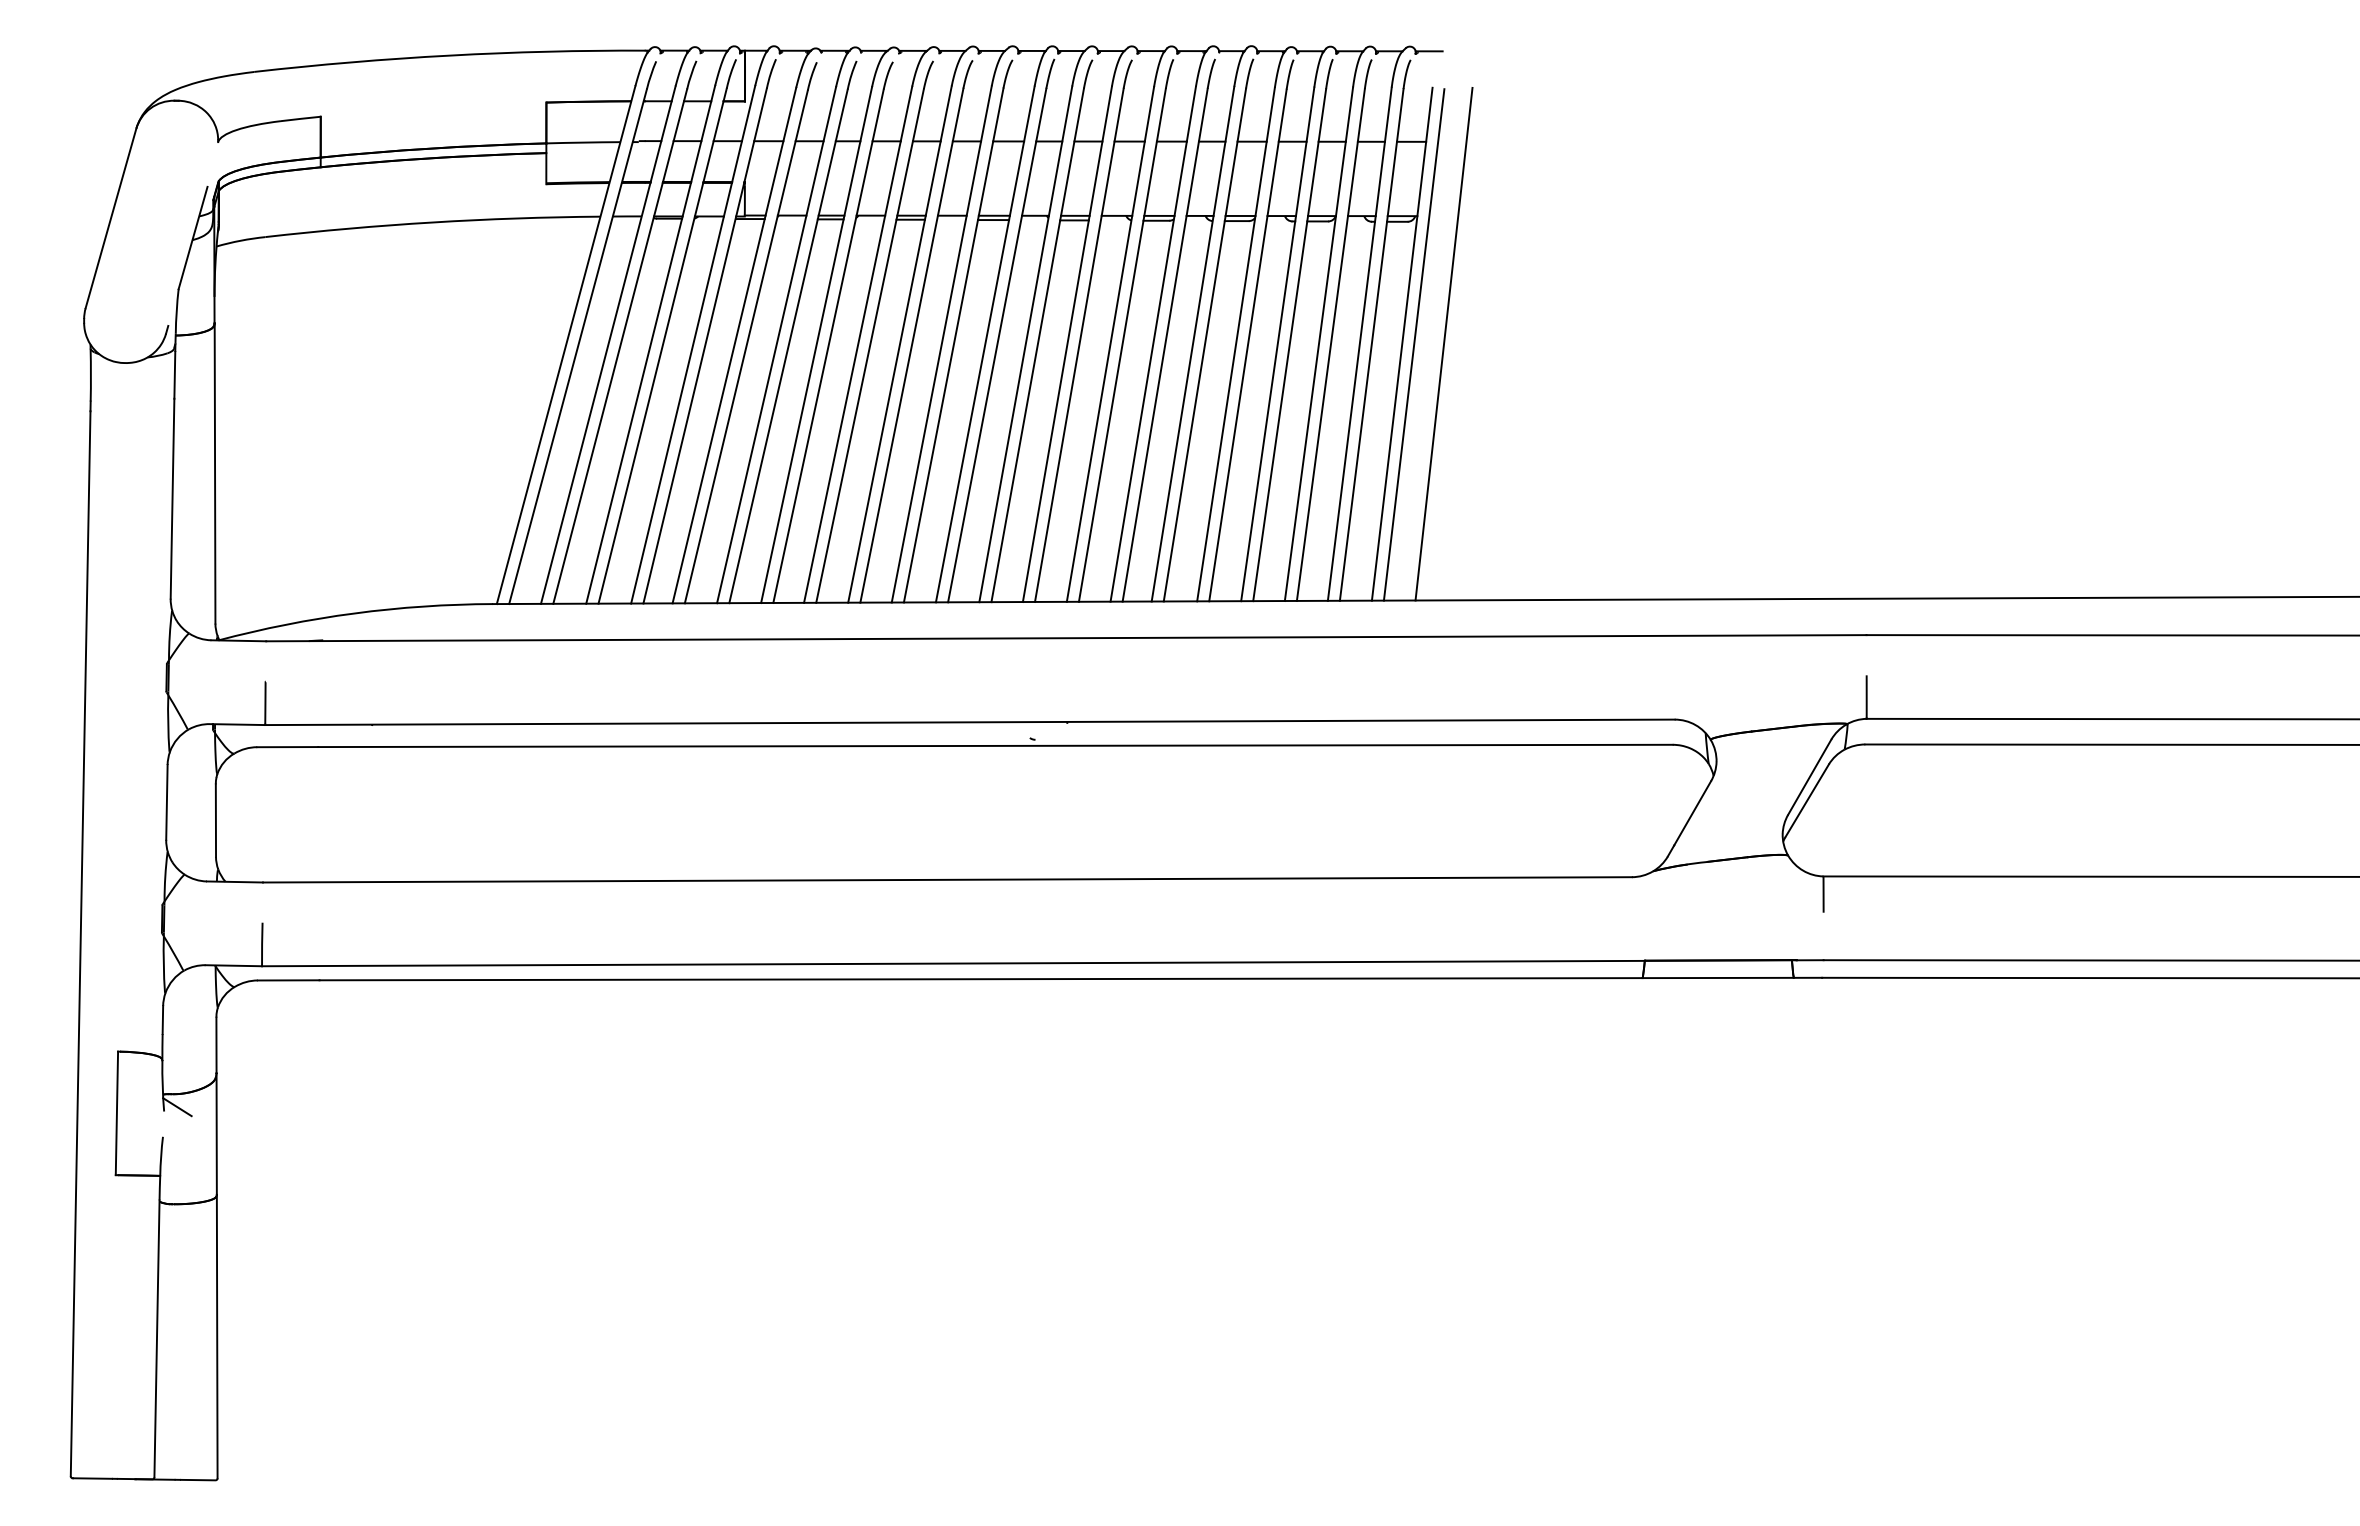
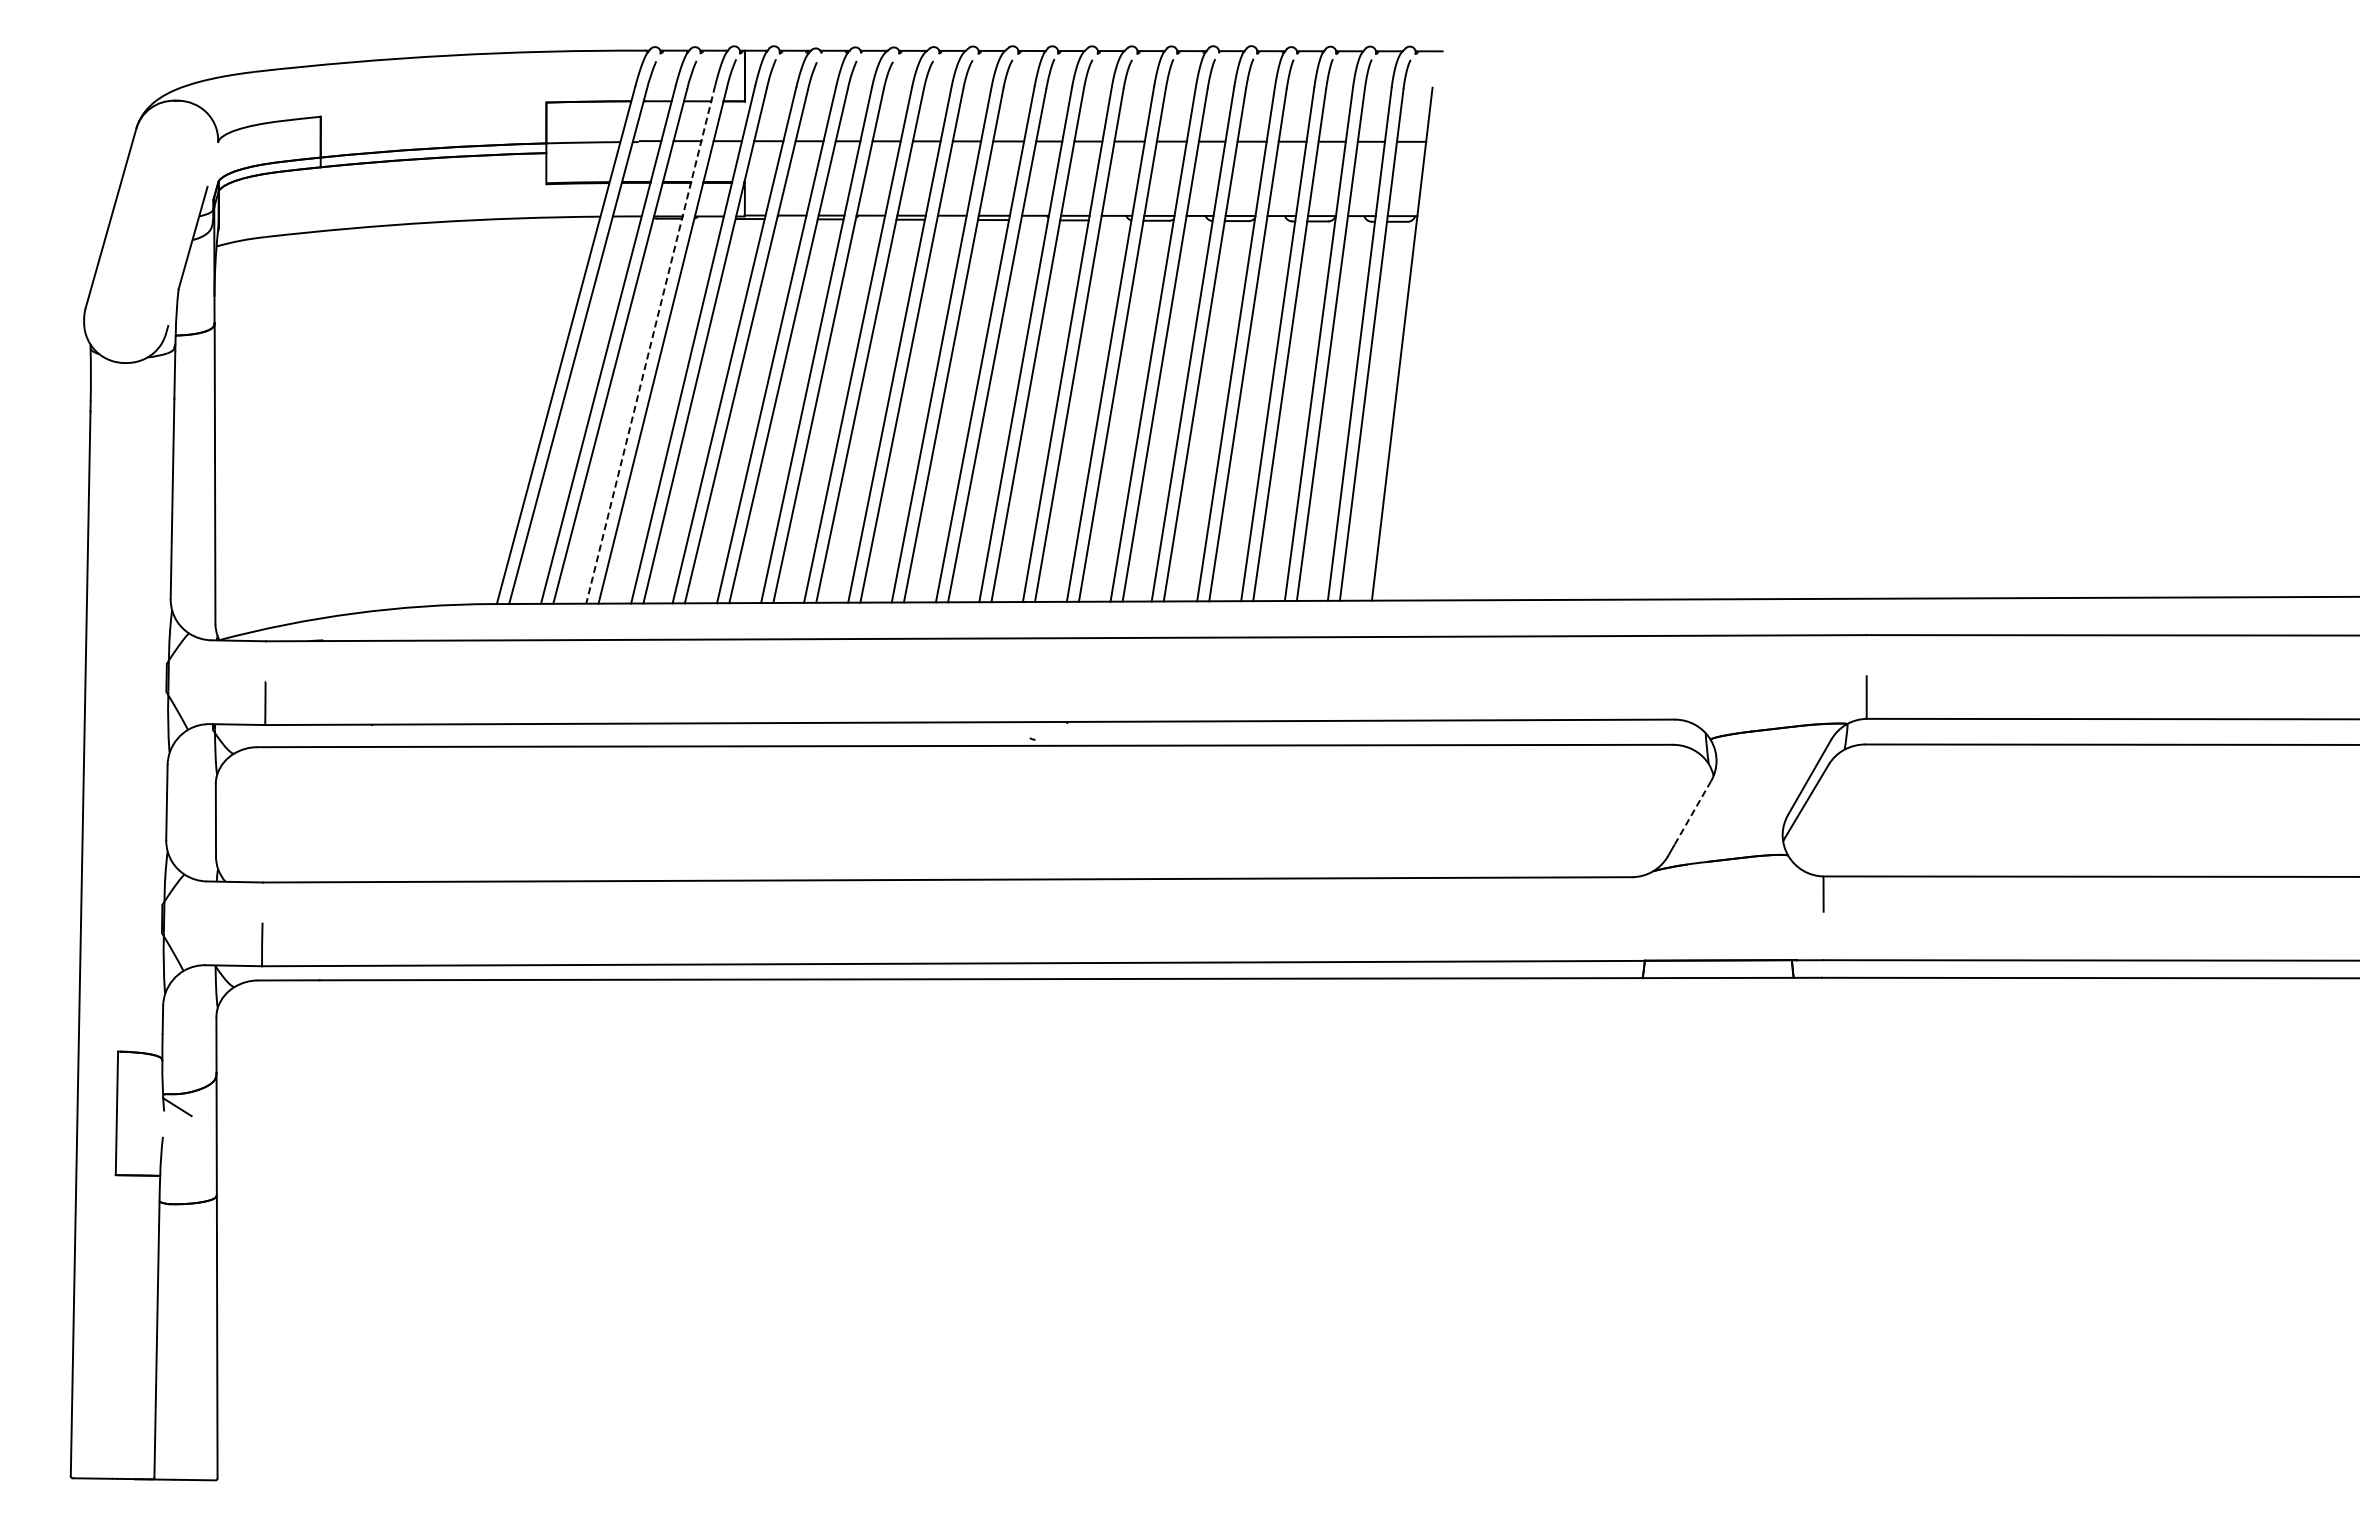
line at (1443, 343): present -> none
line at (650, 344): solid -> dashed
line at (1413, 344): present -> none
line at (1692, 813): solid -> dashed
